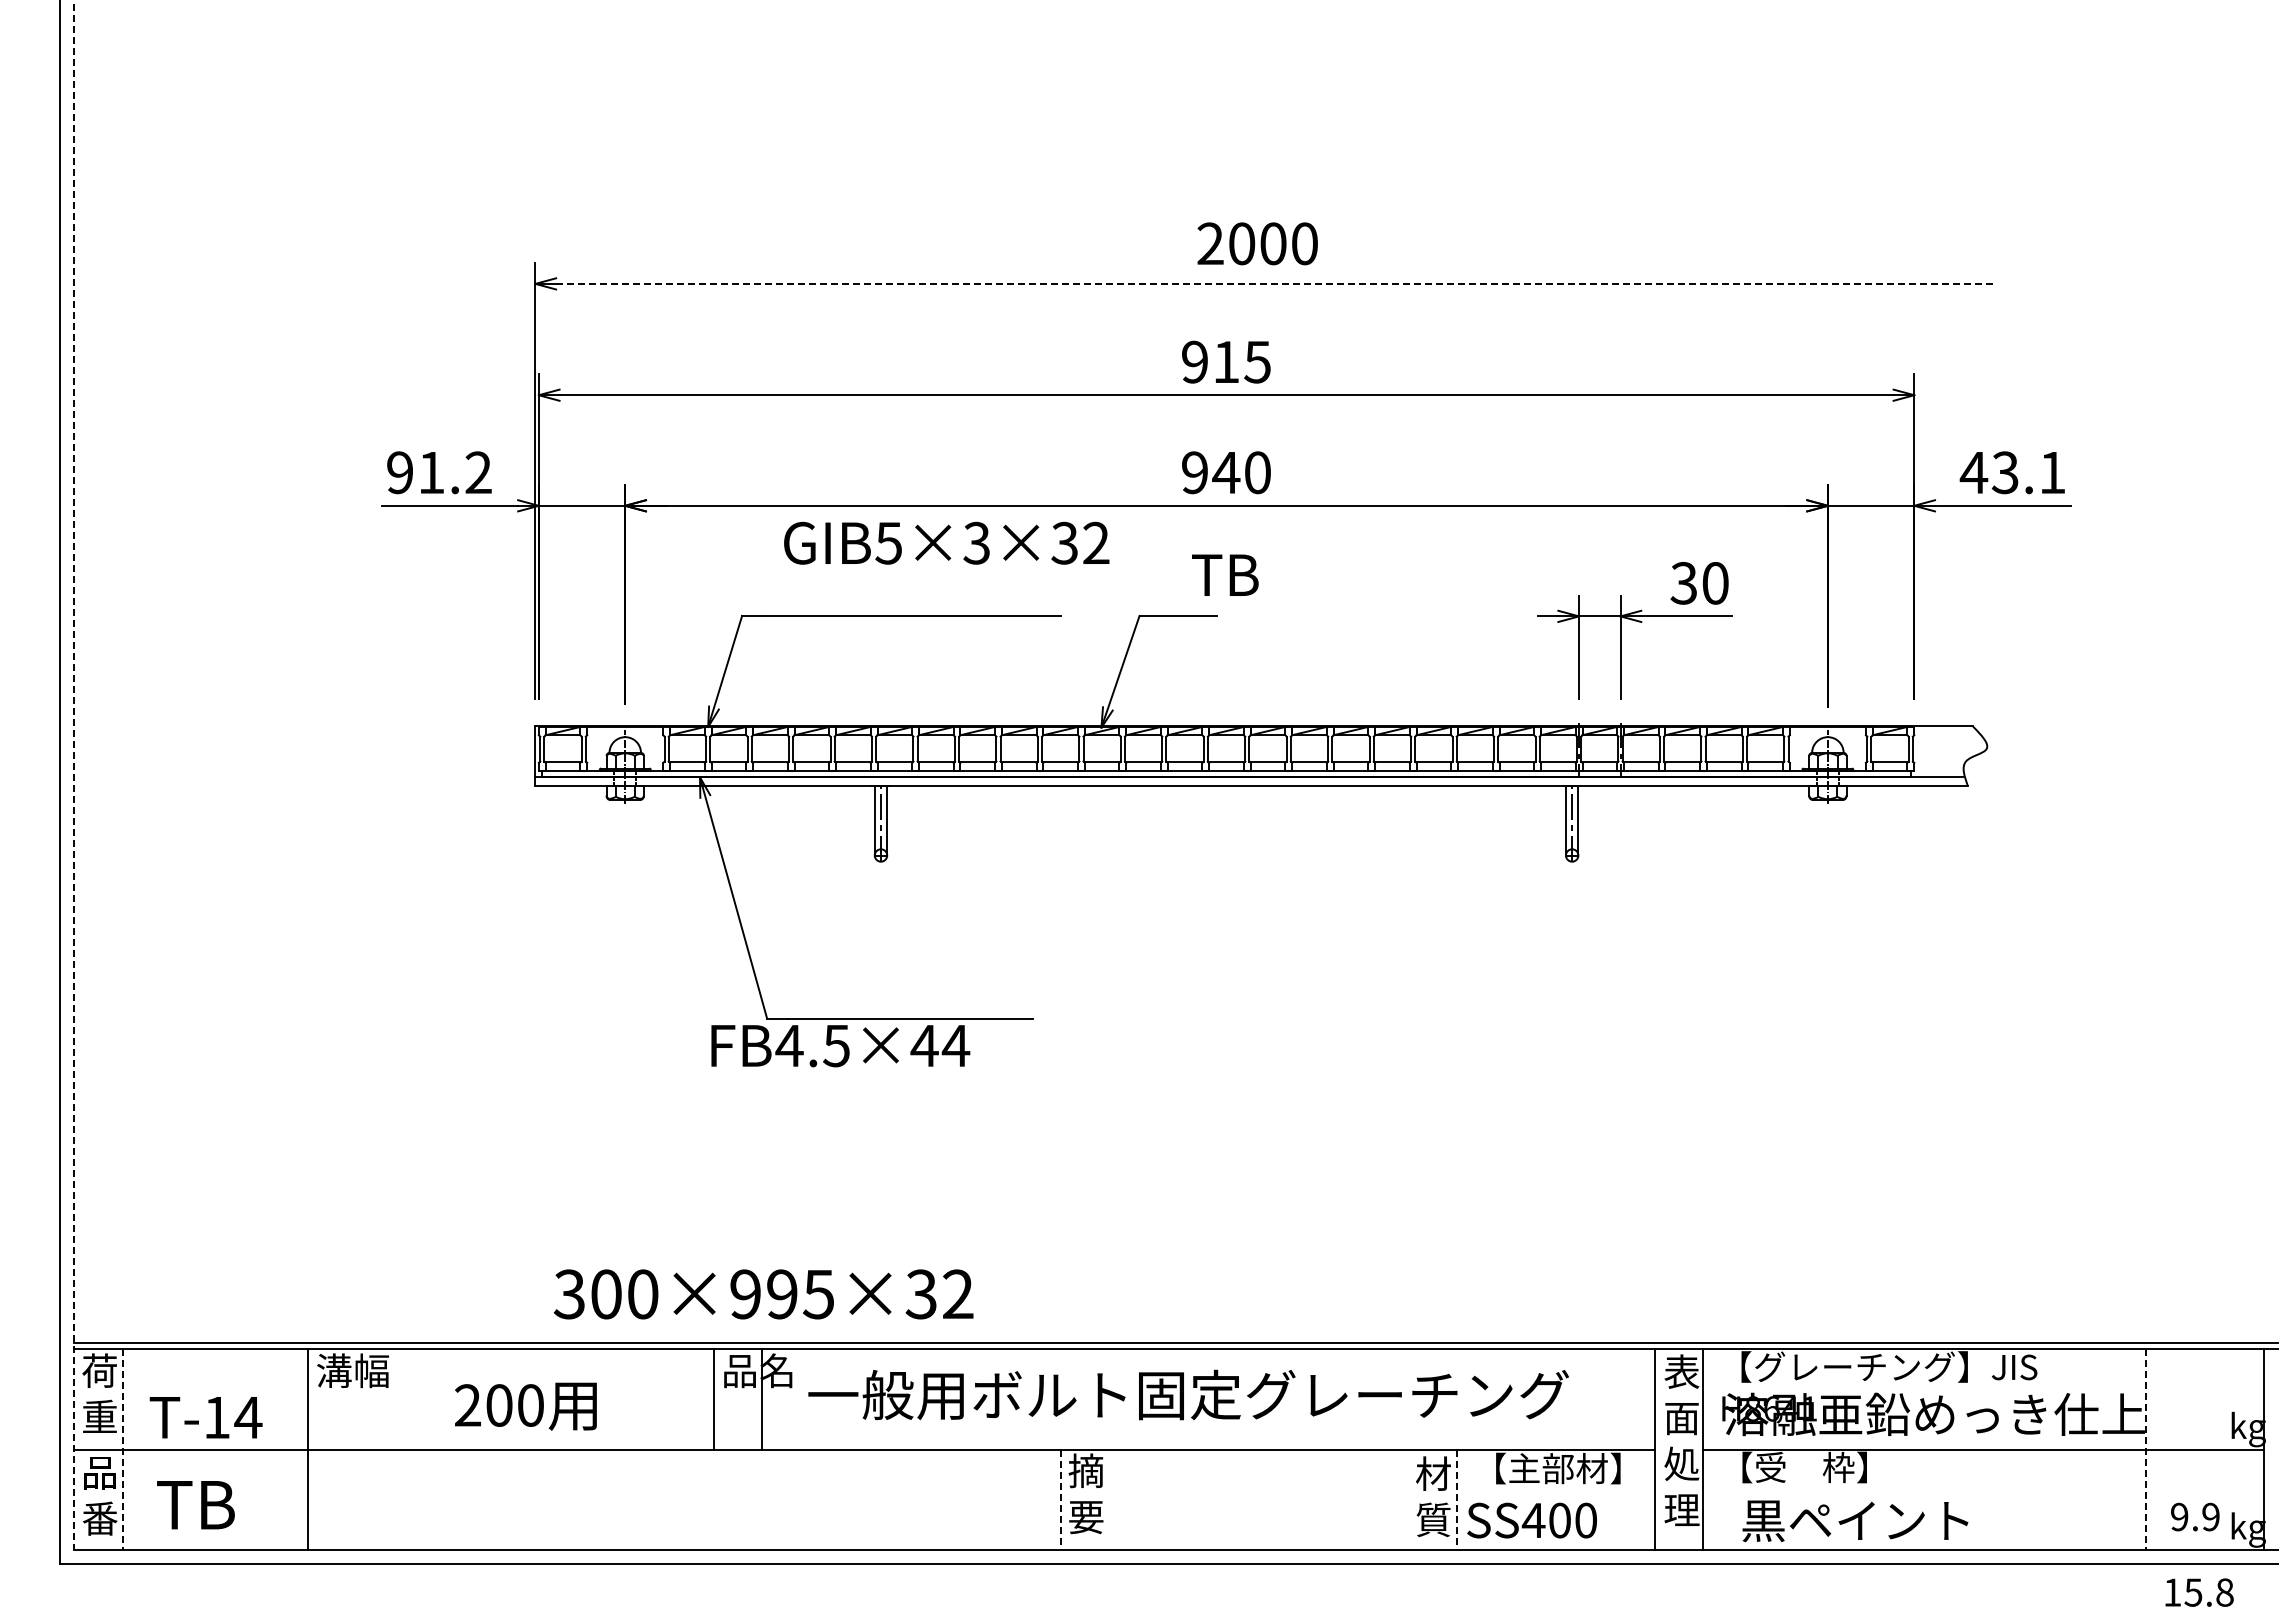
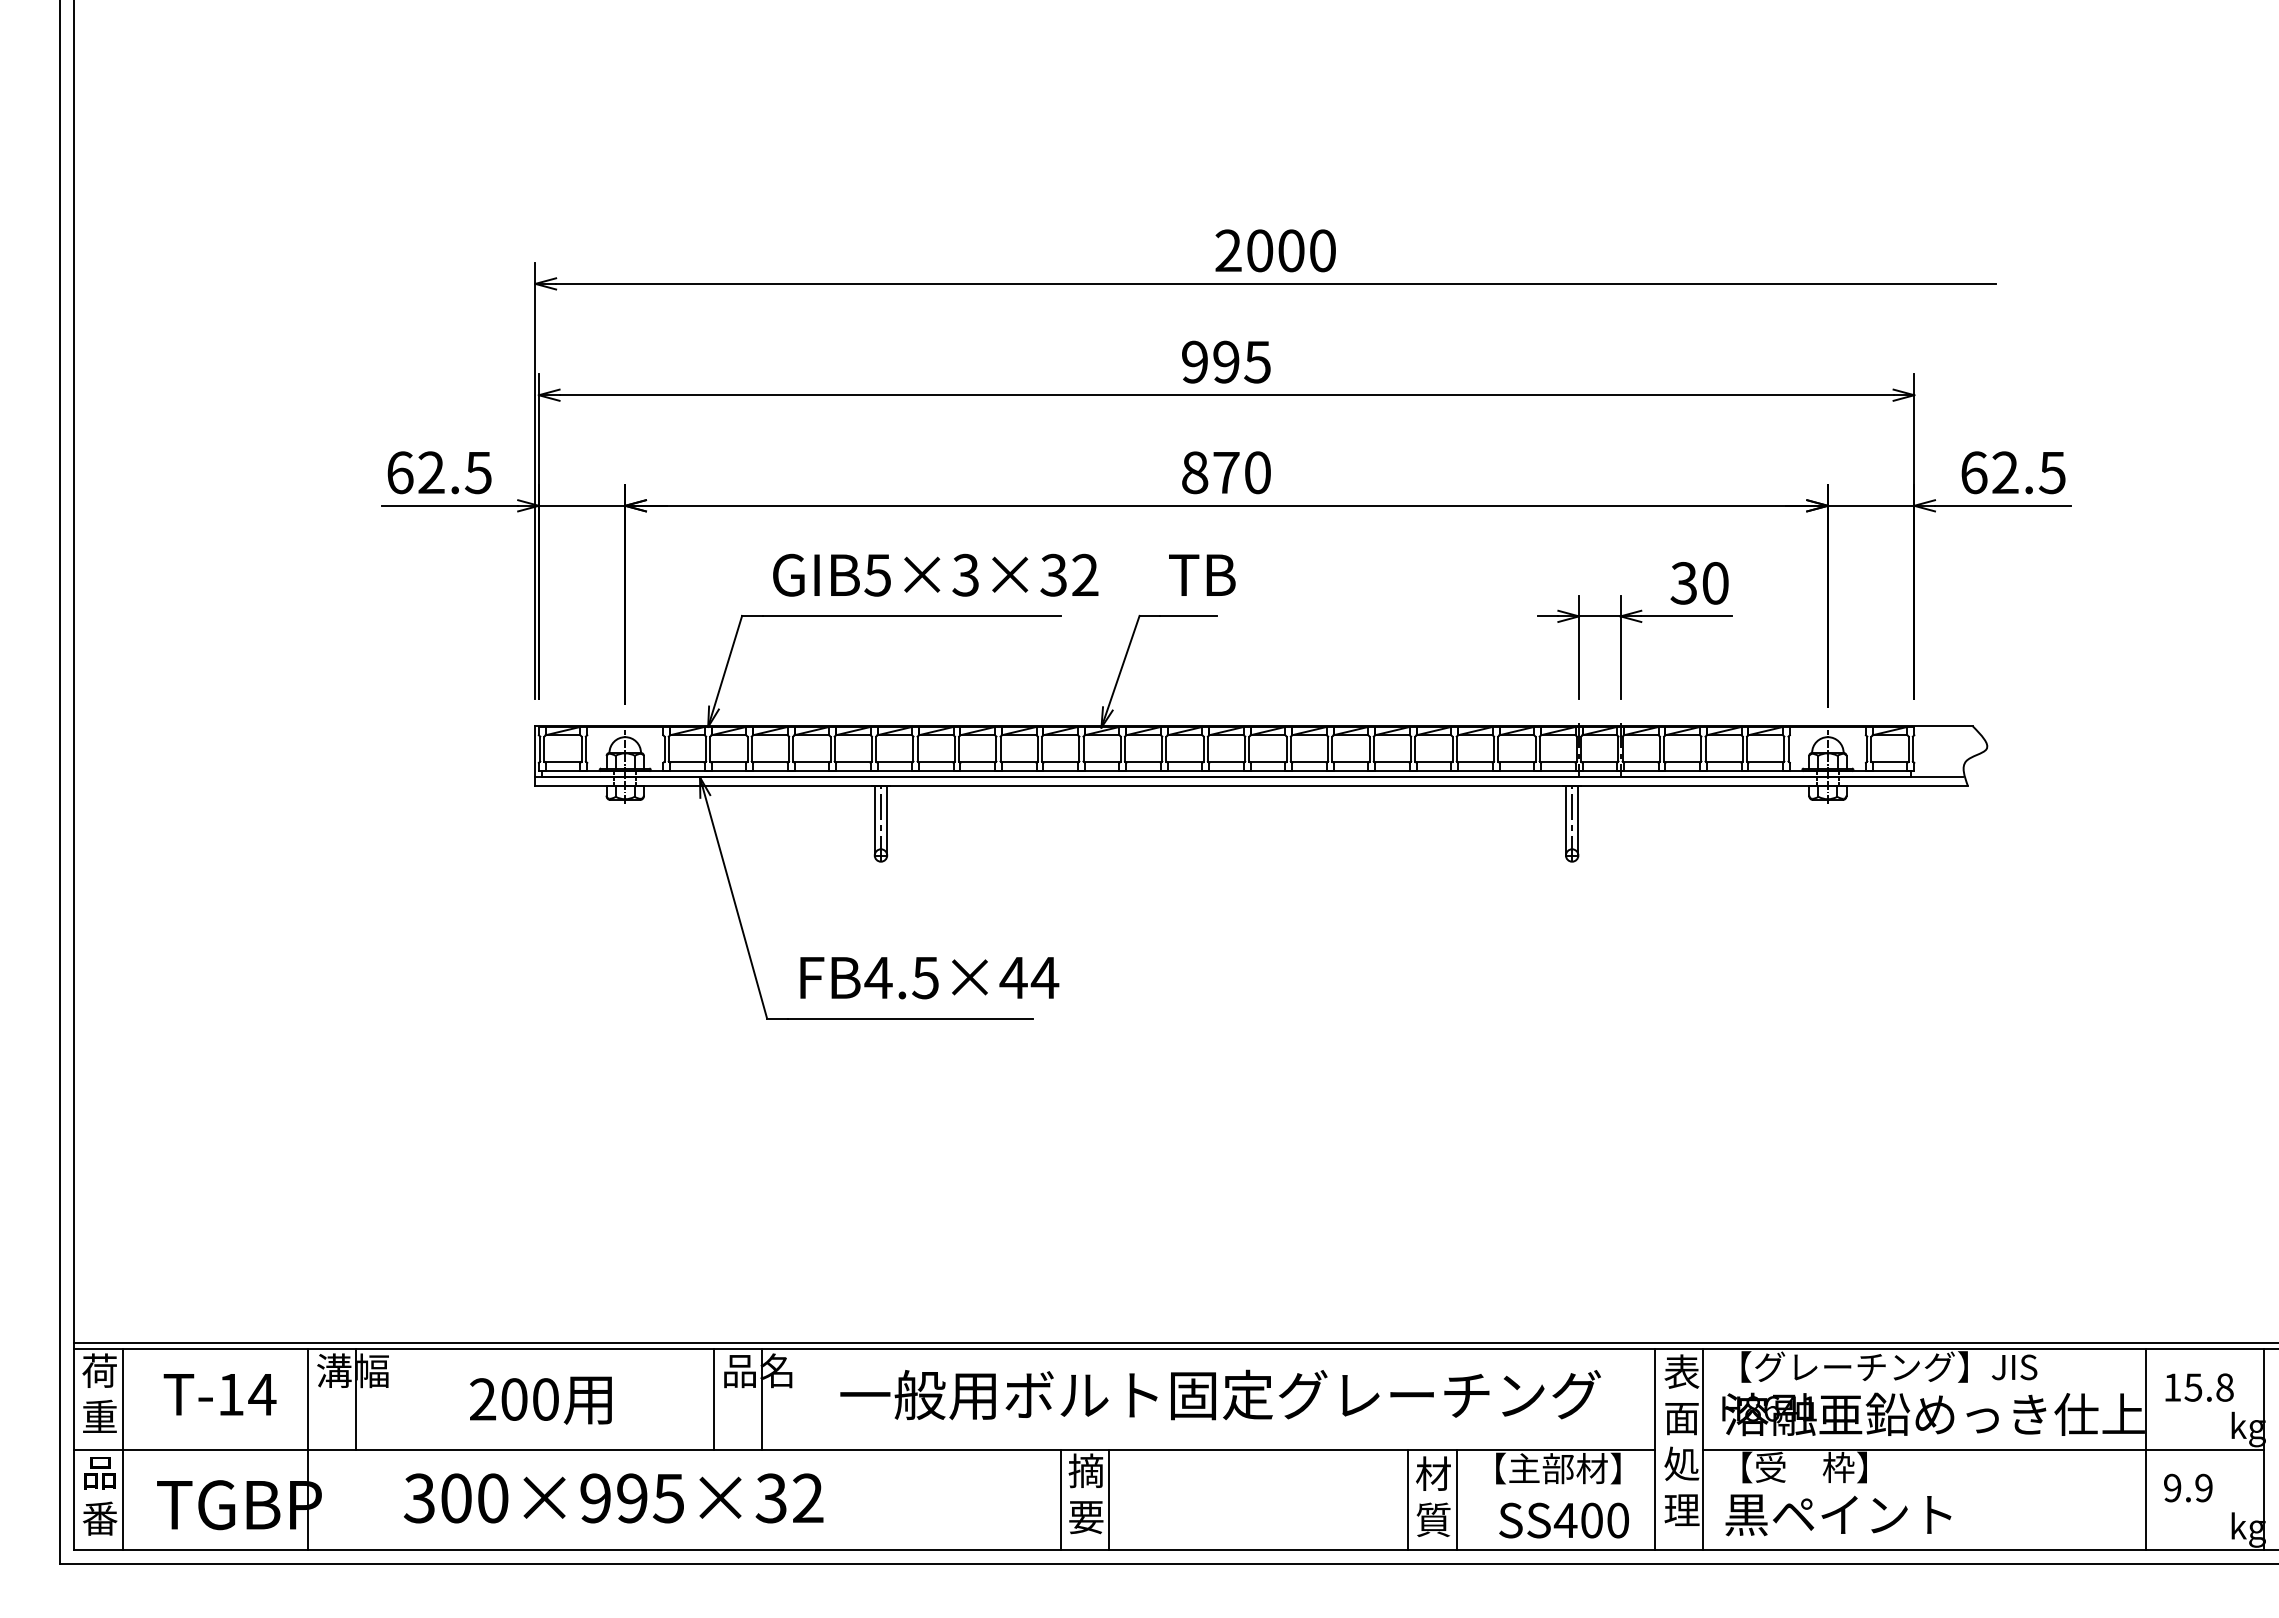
text at (1257, 243) position: (1257, 243) -> (1275, 250)
line at (1275, 283): dashed -> solid
text at (1226, 361): 915 -> 995
text at (439, 472): 91.2 -> 62.5
text at (1211, 472): 940 -> 870
text at (2012, 472): 43.1 -> 62.5
text at (946, 542) position: (946, 542) -> (935, 574)
text at (1225, 574) position: (1225, 574) -> (1202, 574)
line at (74, 775): dashed -> solid
text at (840, 1046) position: (840, 1046) -> (929, 978)
text at (763, 1294) position: (763, 1294) -> (613, 1498)
text at (1188, 1394) position: (1188, 1394) -> (1220, 1394)
line at (356, 1399): none -> present
text at (525, 1406) position: (525, 1406) -> (540, 1400)
text at (205, 1417) position: (205, 1417) -> (219, 1394)
line at (122, 1450): dashed -> solid
line at (2145, 1450): dashed -> solid
line at (1109, 1499): none -> present
line at (1408, 1499): none -> present
line at (1061, 1500): dashed -> solid
line at (1456, 1500): dashed -> solid
text at (259, 1505): TB -> TGBP
text at (2195, 1516) position: (2195, 1516) -> (2188, 1487)
text at (1531, 1520) position: (1531, 1520) -> (1563, 1520)
text at (1855, 1521) position: (1855, 1521) -> (1838, 1515)
text at (2199, 1592) position: (2199, 1592) -> (2199, 1387)
